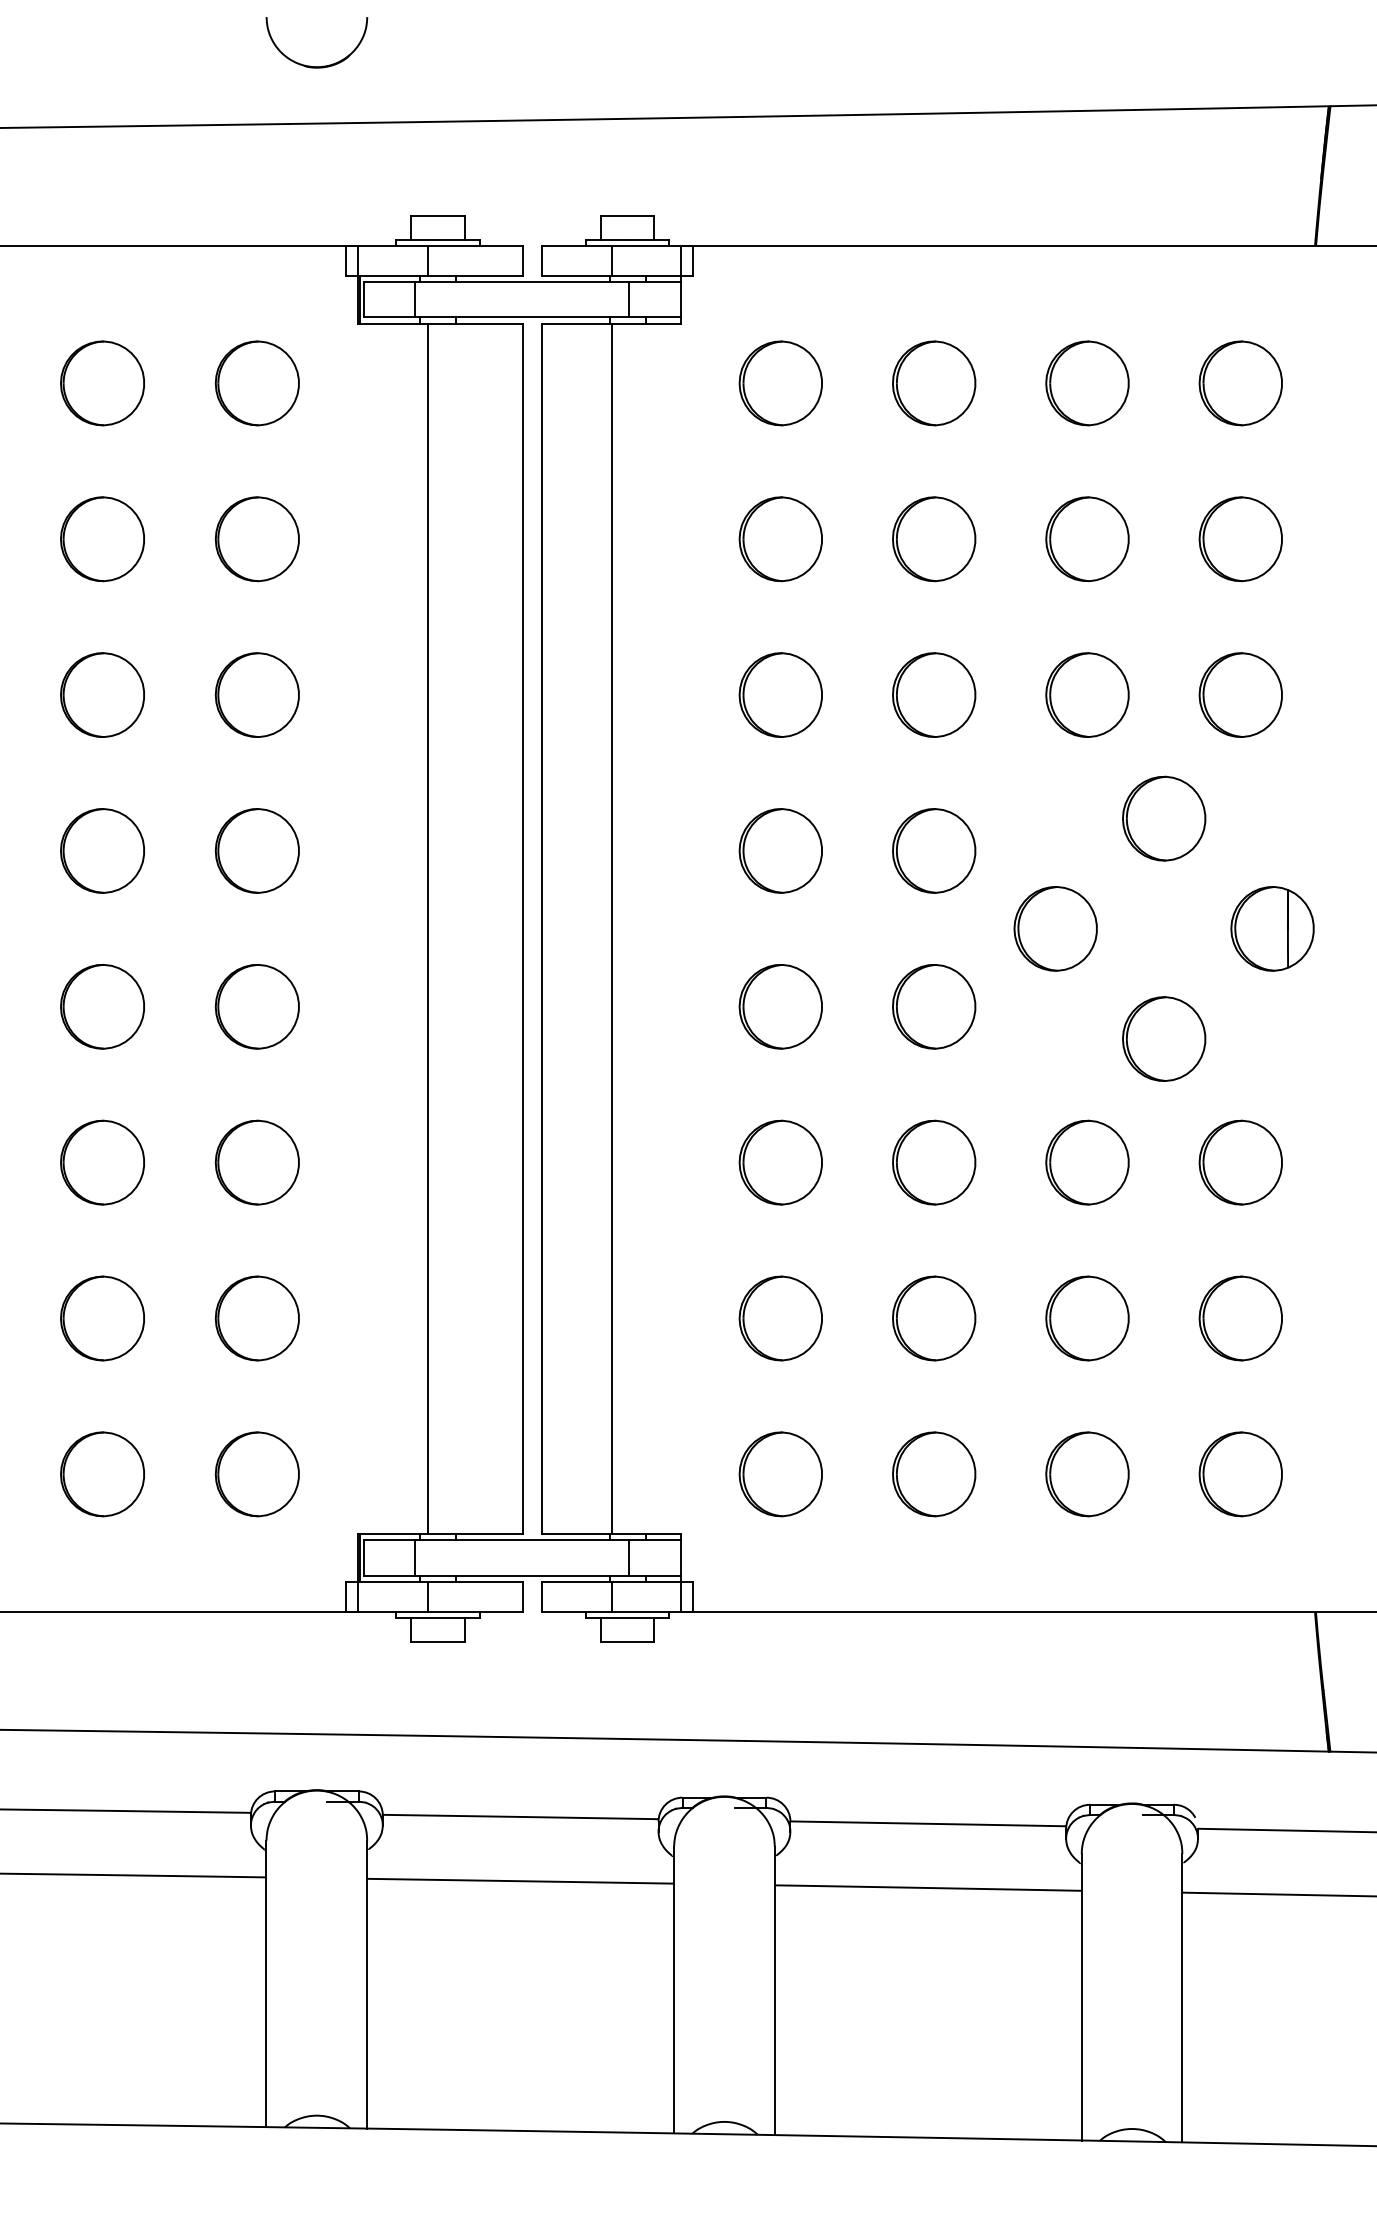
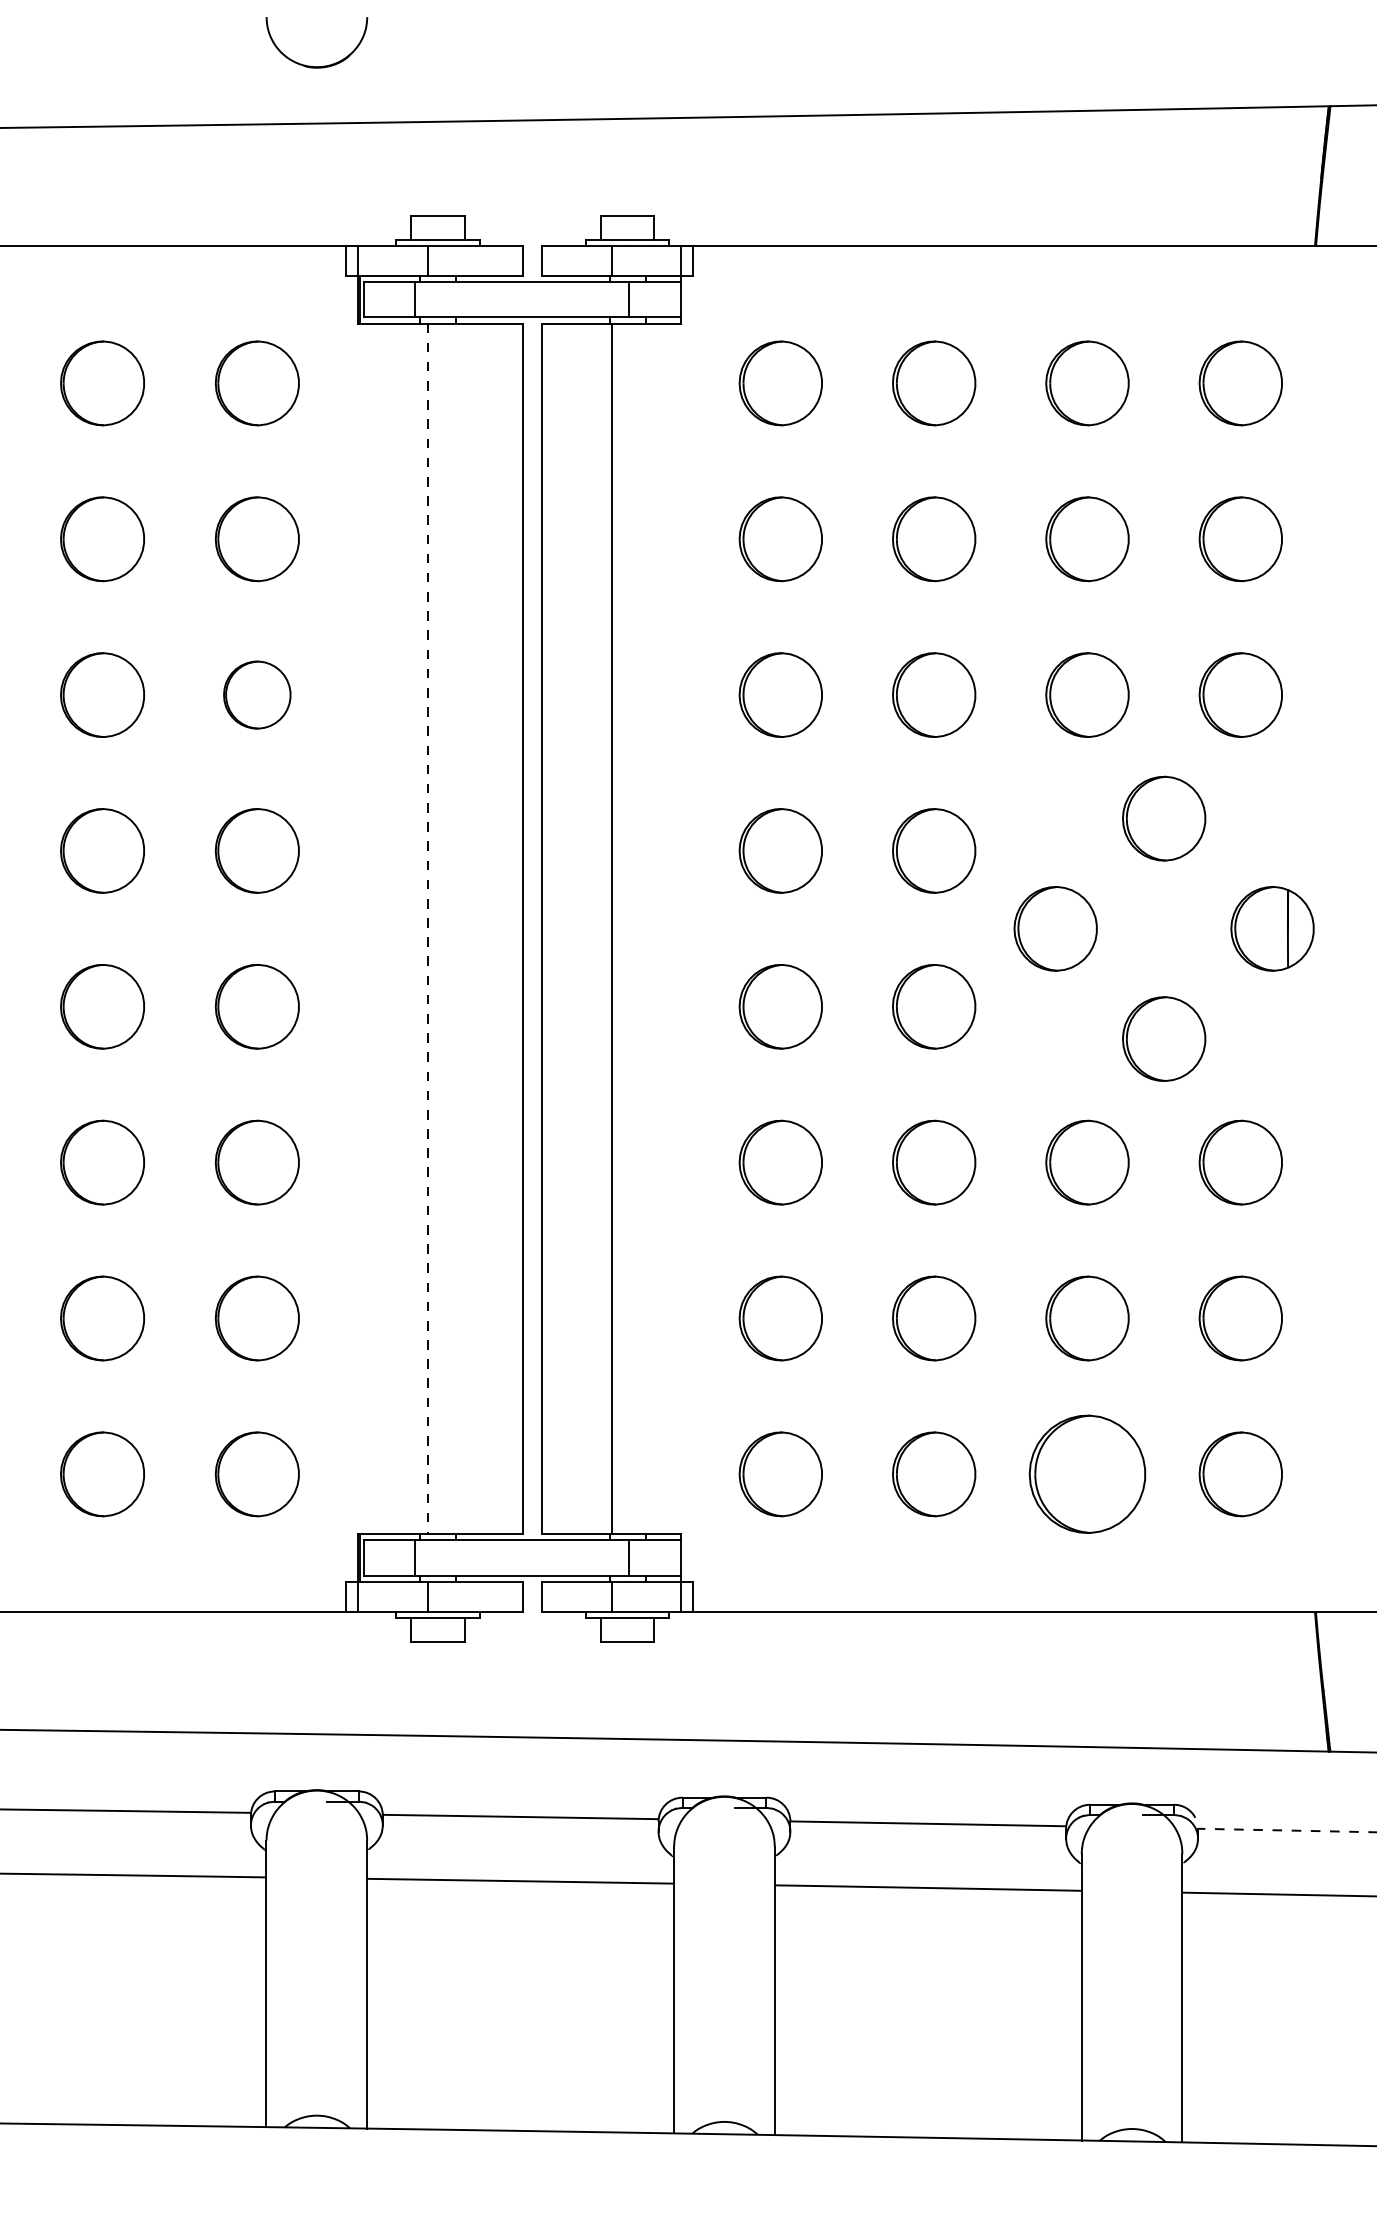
part at (256, 694) size: 86x86 px -> 69x70 px
line at (427, 929): solid -> dashed
part at (1087, 1474) size: 85x87 px -> 119x120 px
line at (1287, 1830): solid -> dashed
